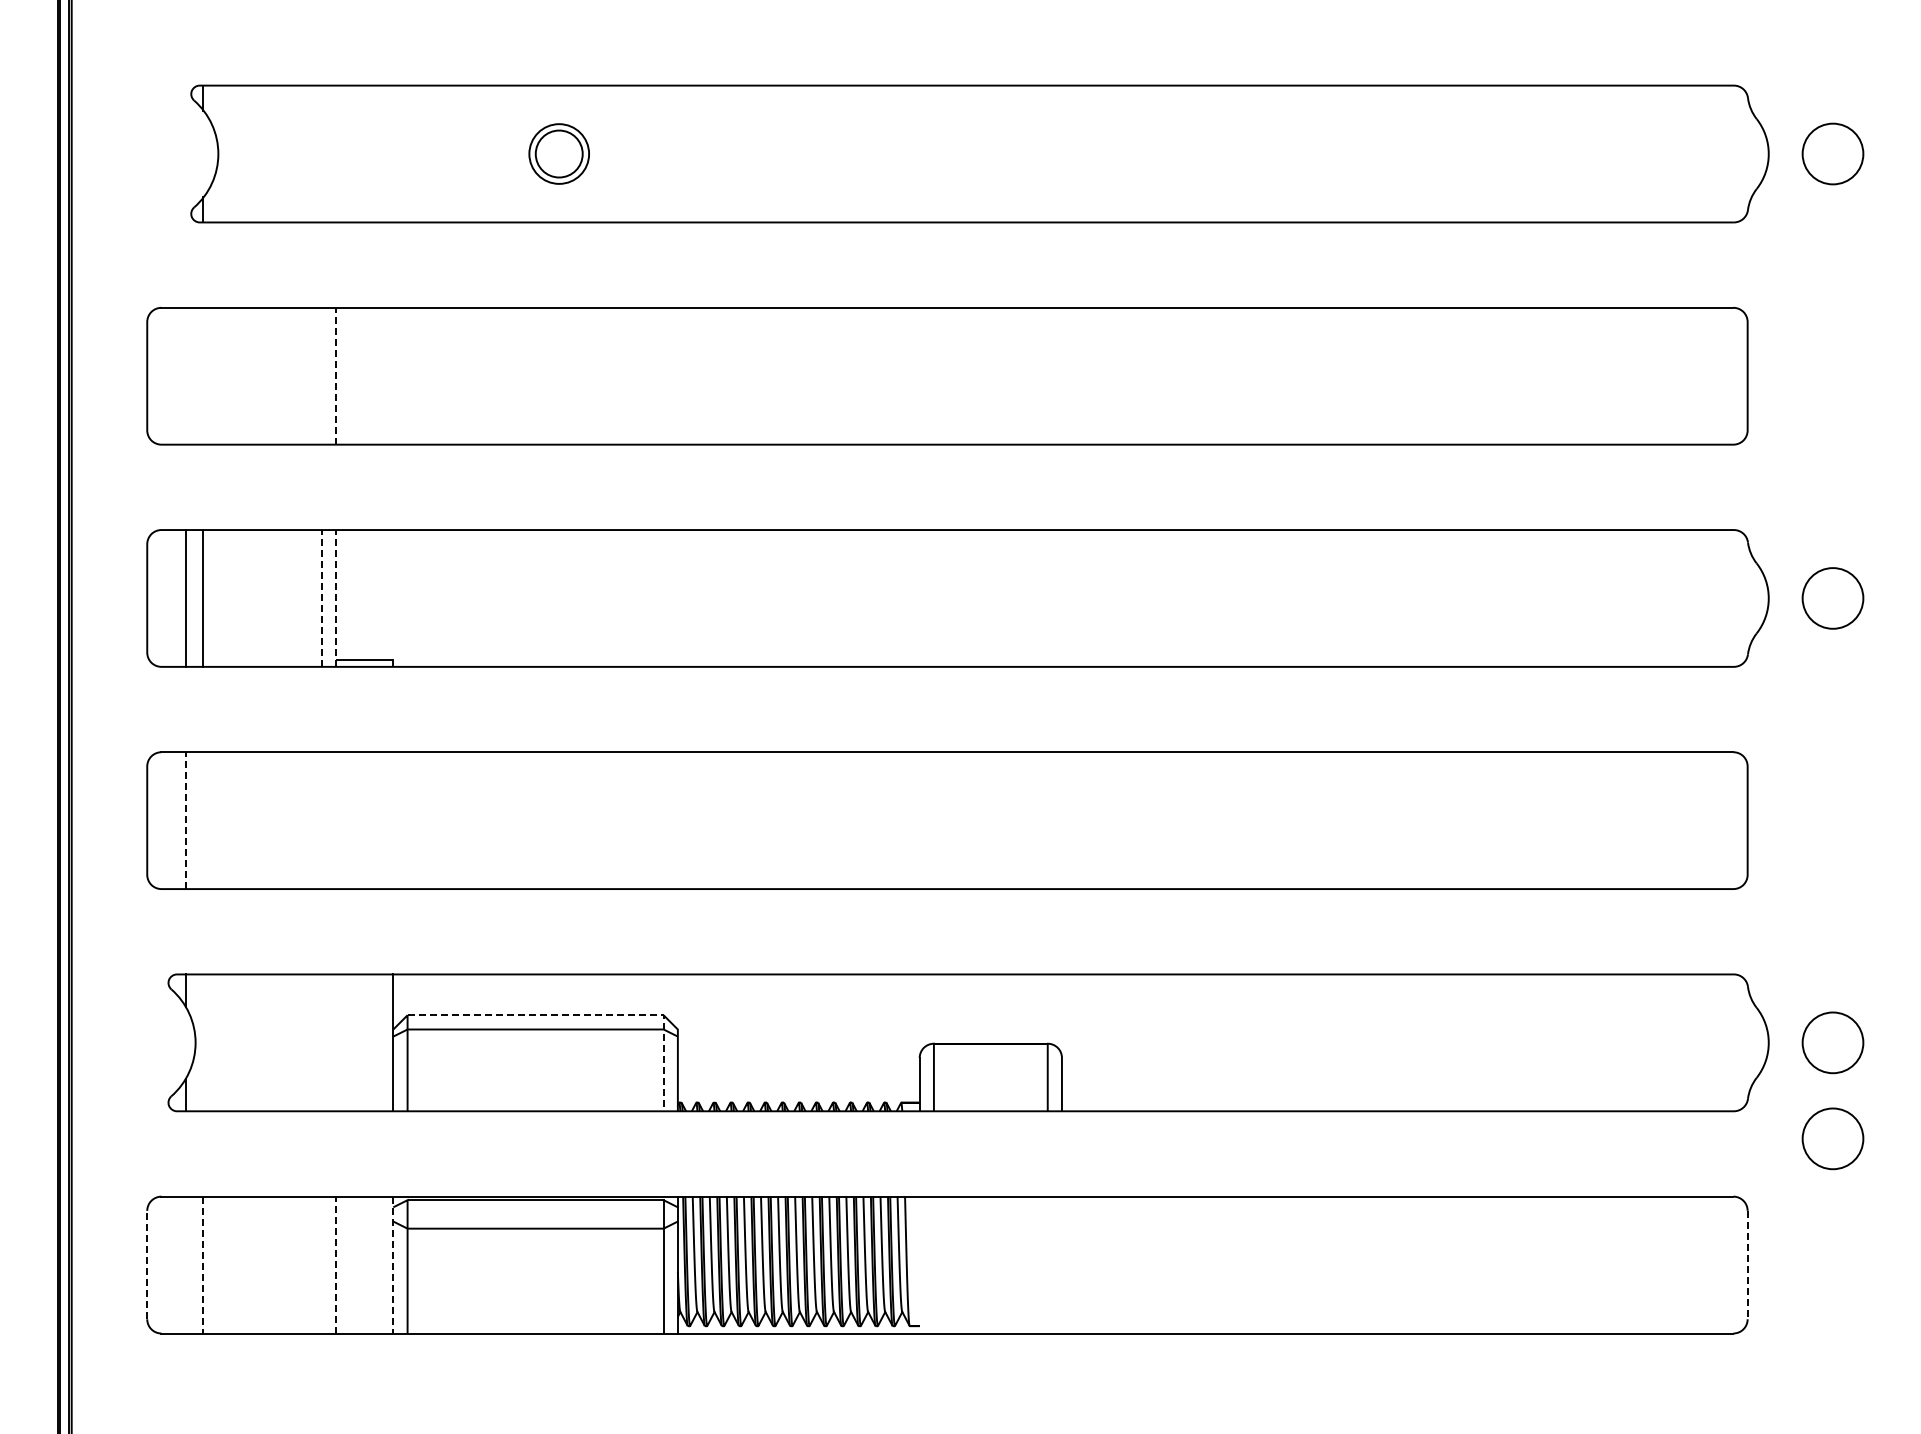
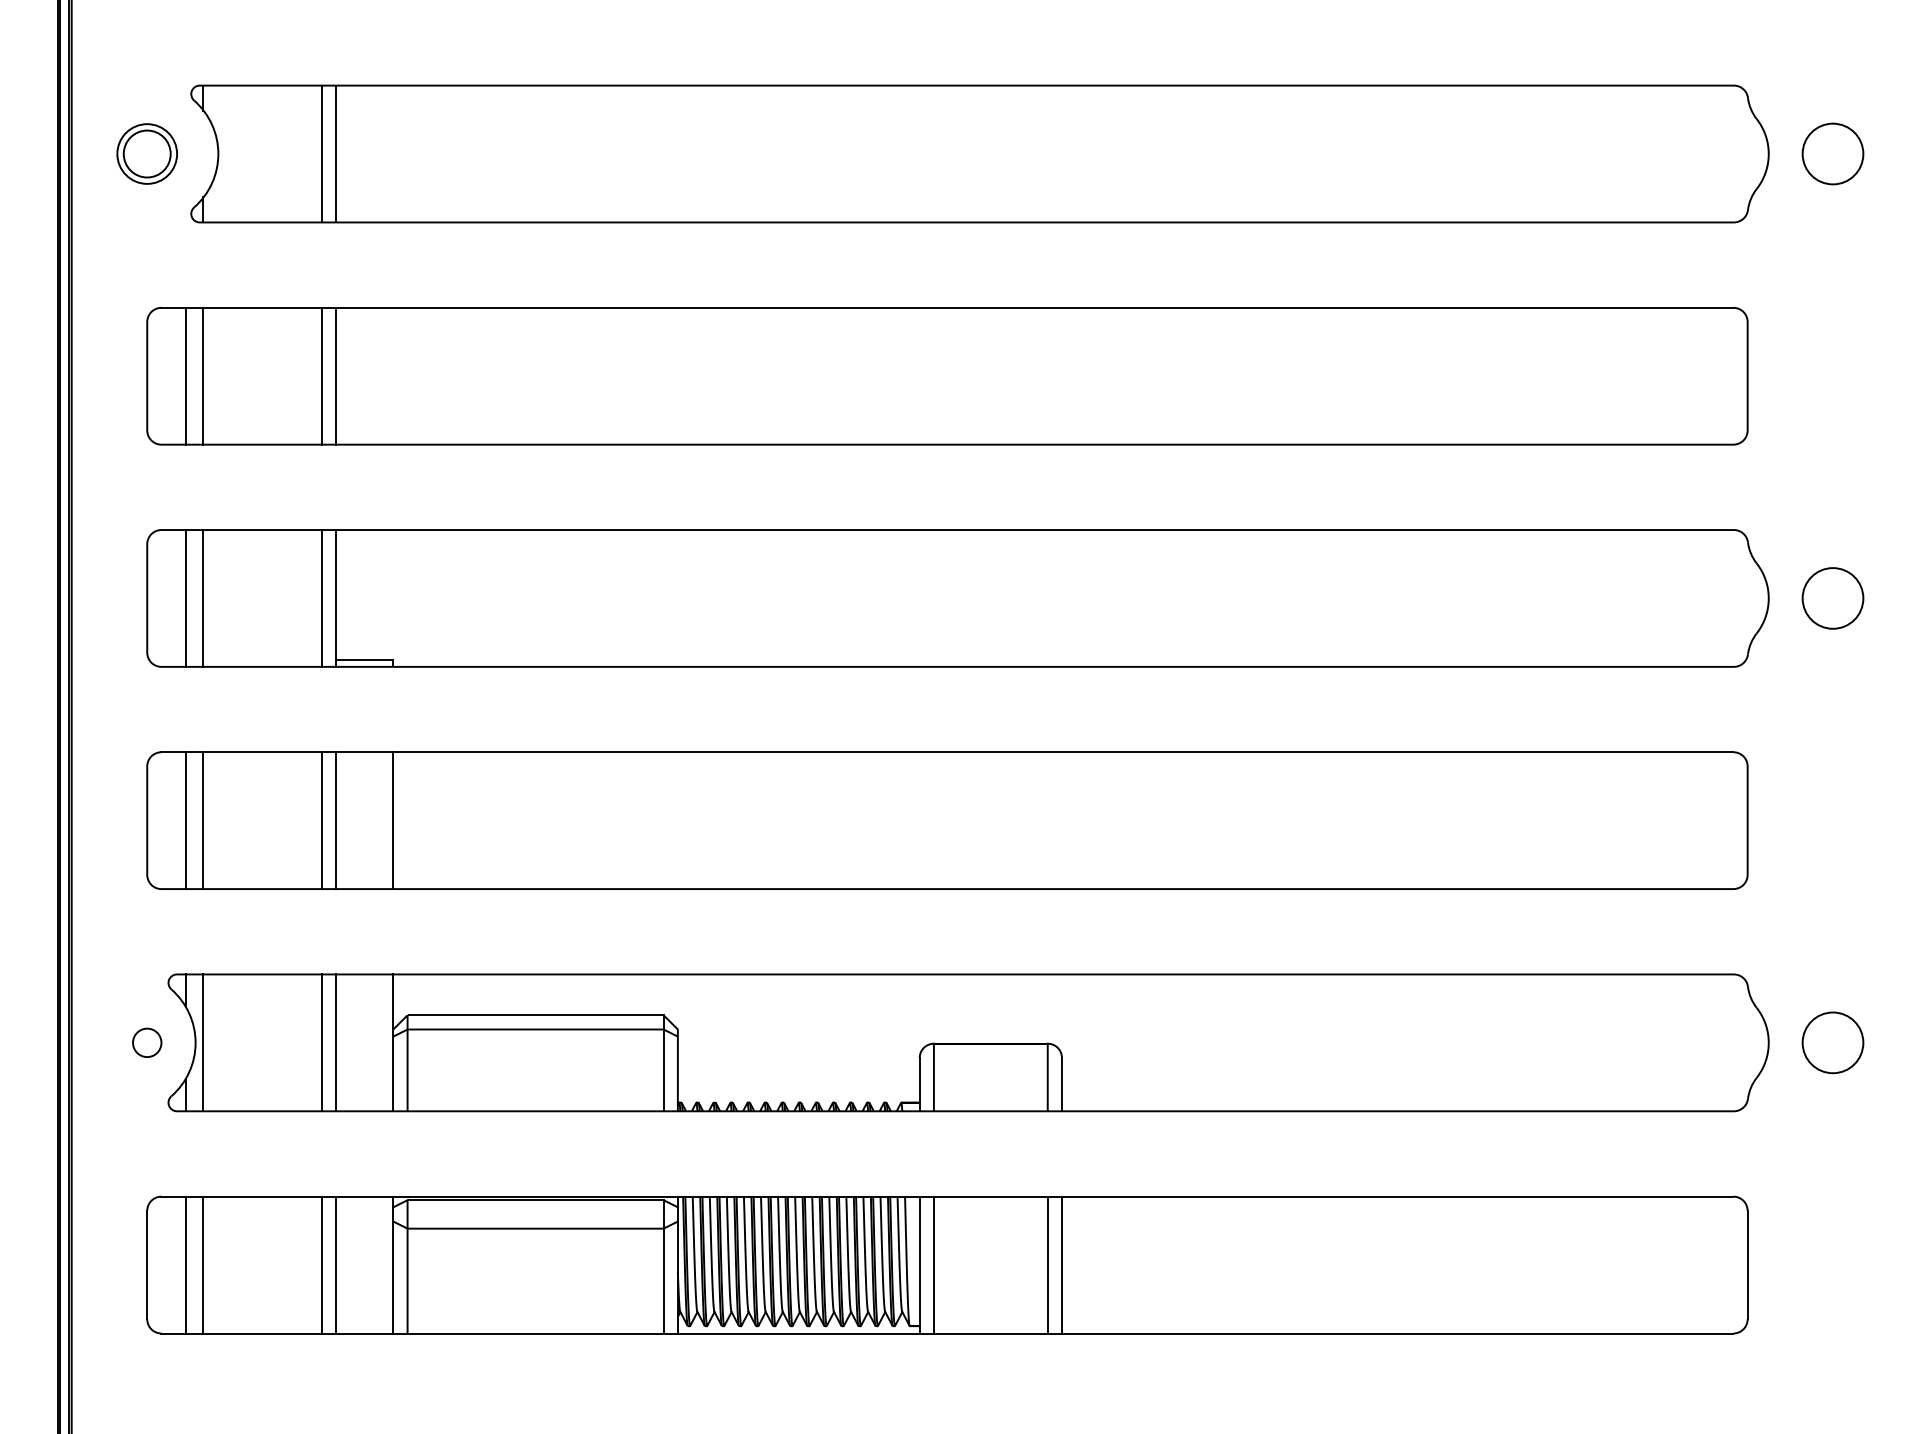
line at (322, 153): none -> present
line at (336, 153): none -> present
part at (558, 153) position: (558, 153) -> (146, 153)
line at (185, 375): none -> present
line at (202, 375): none -> present
line at (322, 375): none -> present
line at (336, 375): dashed -> solid
line at (322, 597): dashed -> solid
line at (336, 597): dashed -> solid
line at (185, 820): dashed -> solid
line at (202, 820): none -> present
line at (322, 820): none -> present
line at (336, 820): none -> present
line at (393, 820): none -> present
line at (584, 1015): dashed -> solid
circle at (147, 1042): none -> present
line at (202, 1042): none -> present
line at (322, 1042): none -> present
line at (336, 1042): none -> present
circle at (1832, 1138): present -> none
line at (147, 1264): dashed -> solid
line at (185, 1264): none -> present
line at (322, 1264): none -> present
line at (336, 1264): dashed -> solid
line at (919, 1264): none -> present
line at (933, 1264): none -> present
line at (1047, 1264): none -> present
line at (1061, 1264): none -> present
line at (202, 1265): dashed -> solid
line at (393, 1265): dashed -> solid
line at (1747, 1265): dashed -> solid
